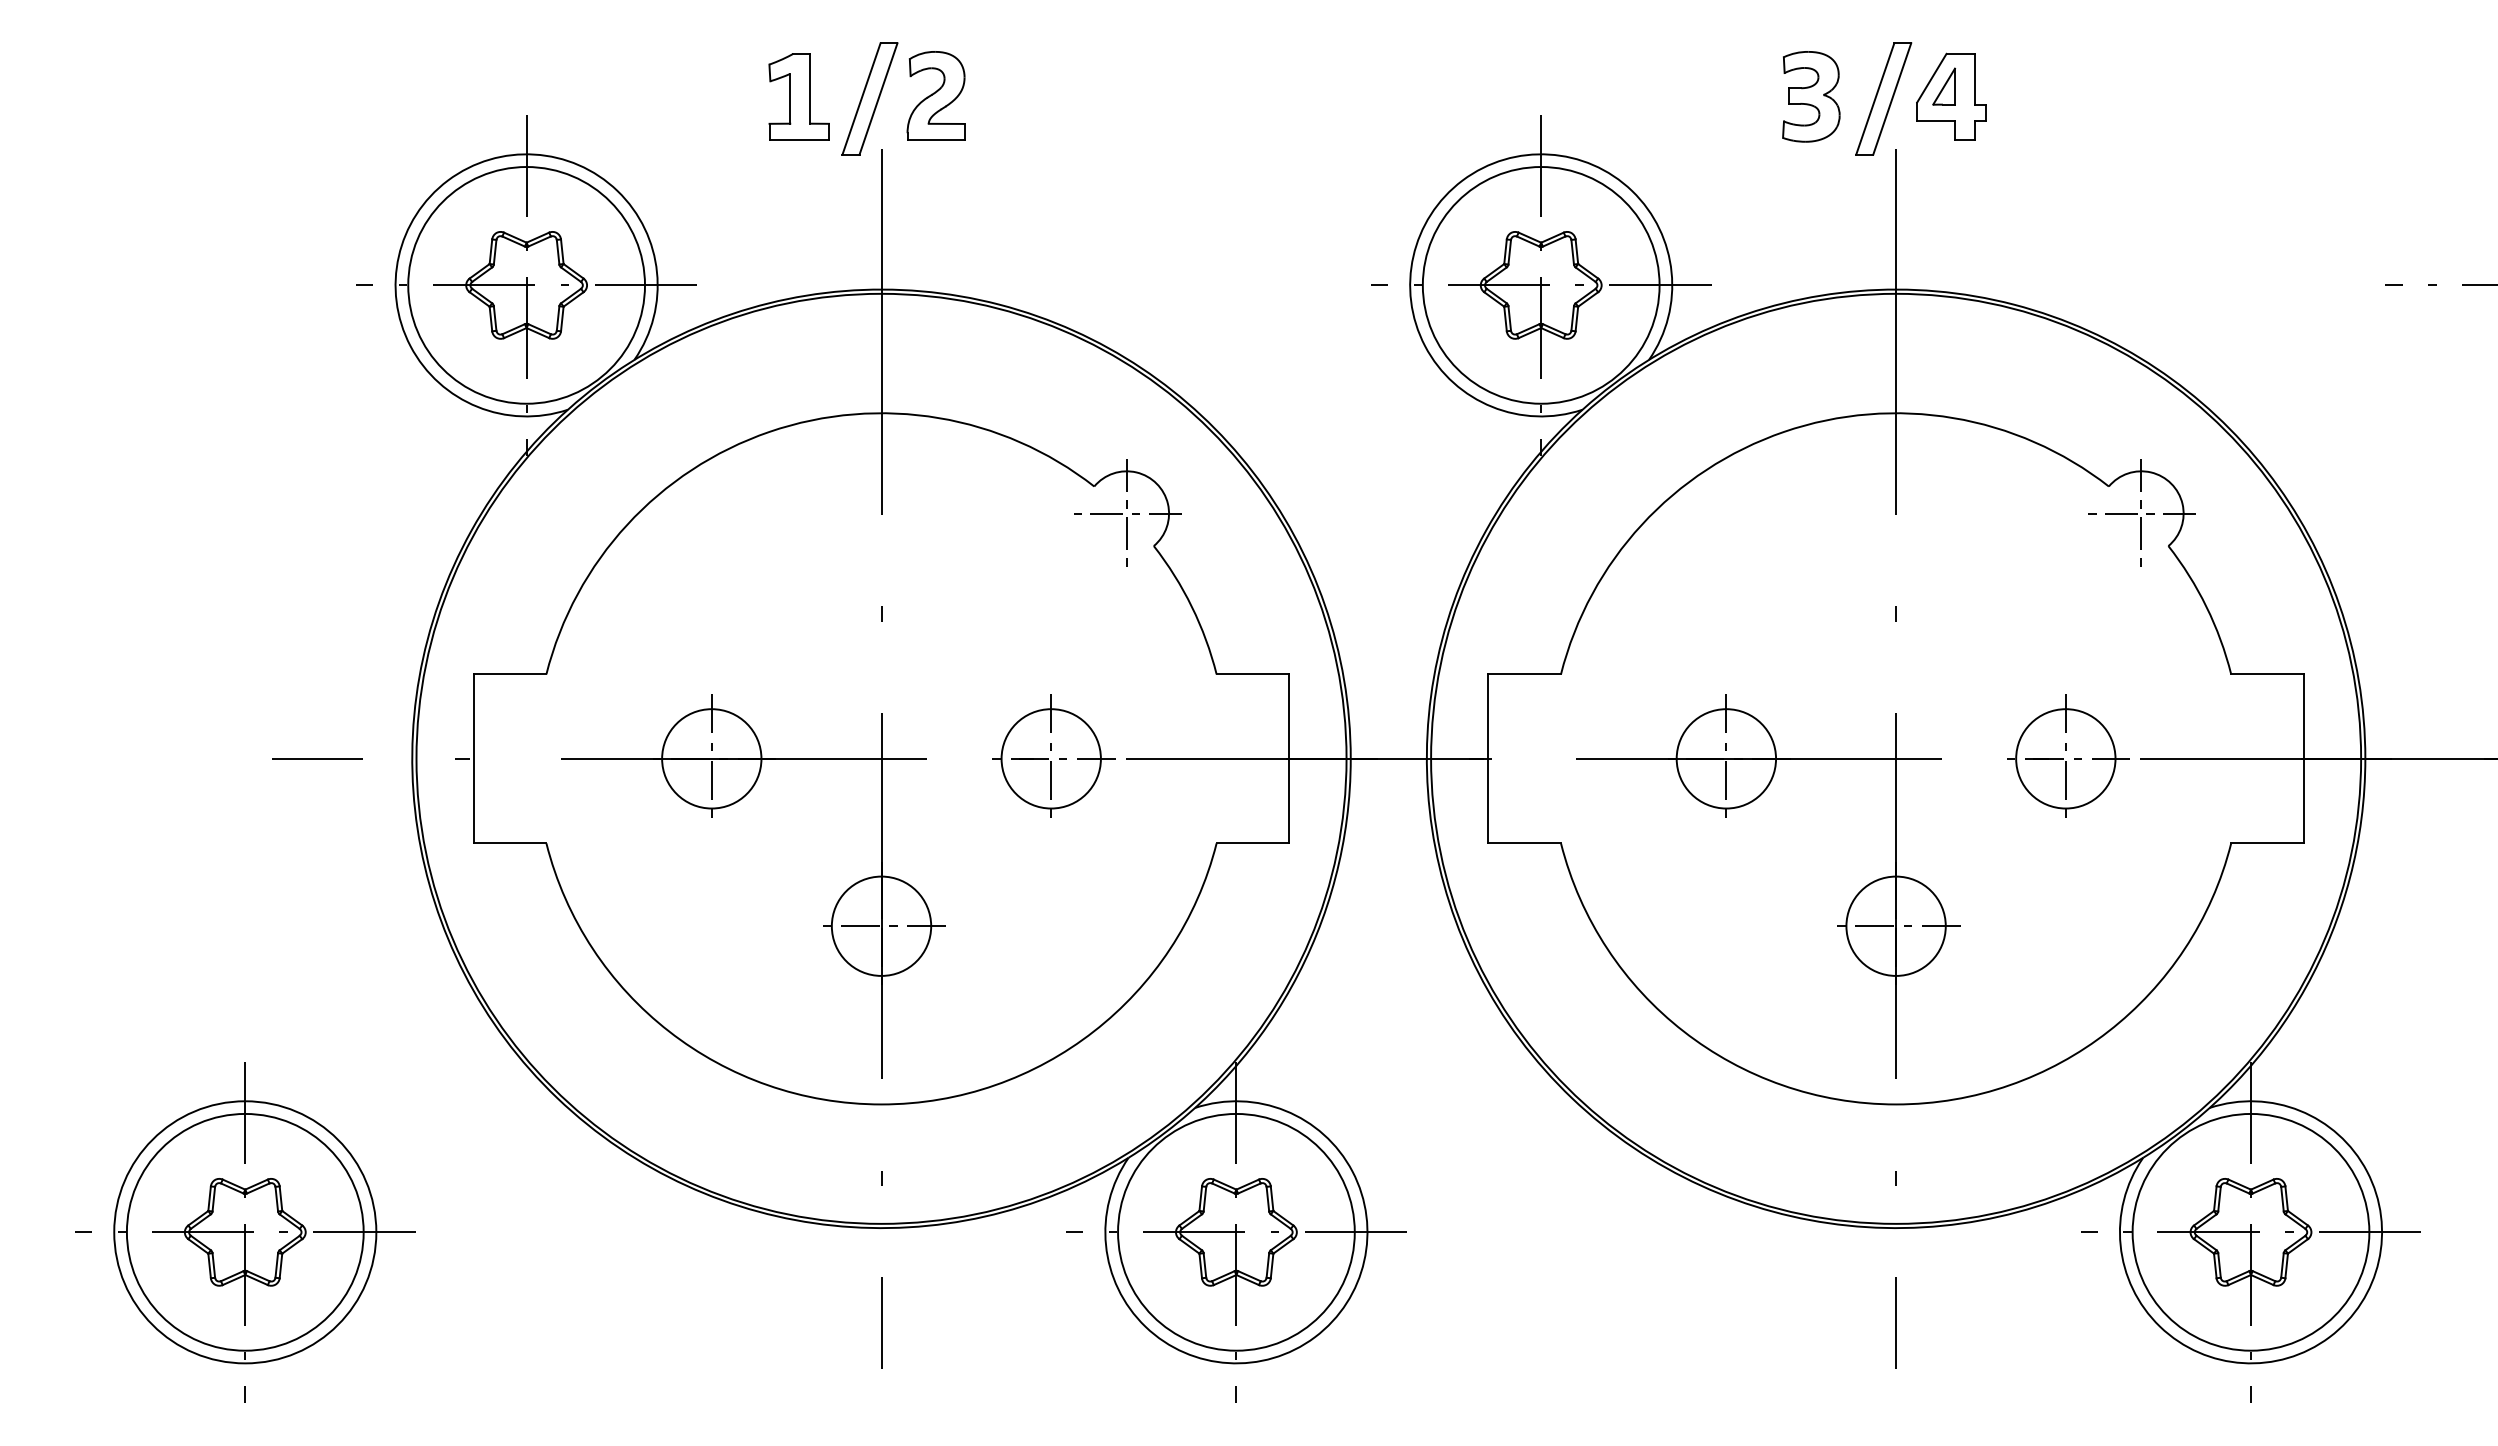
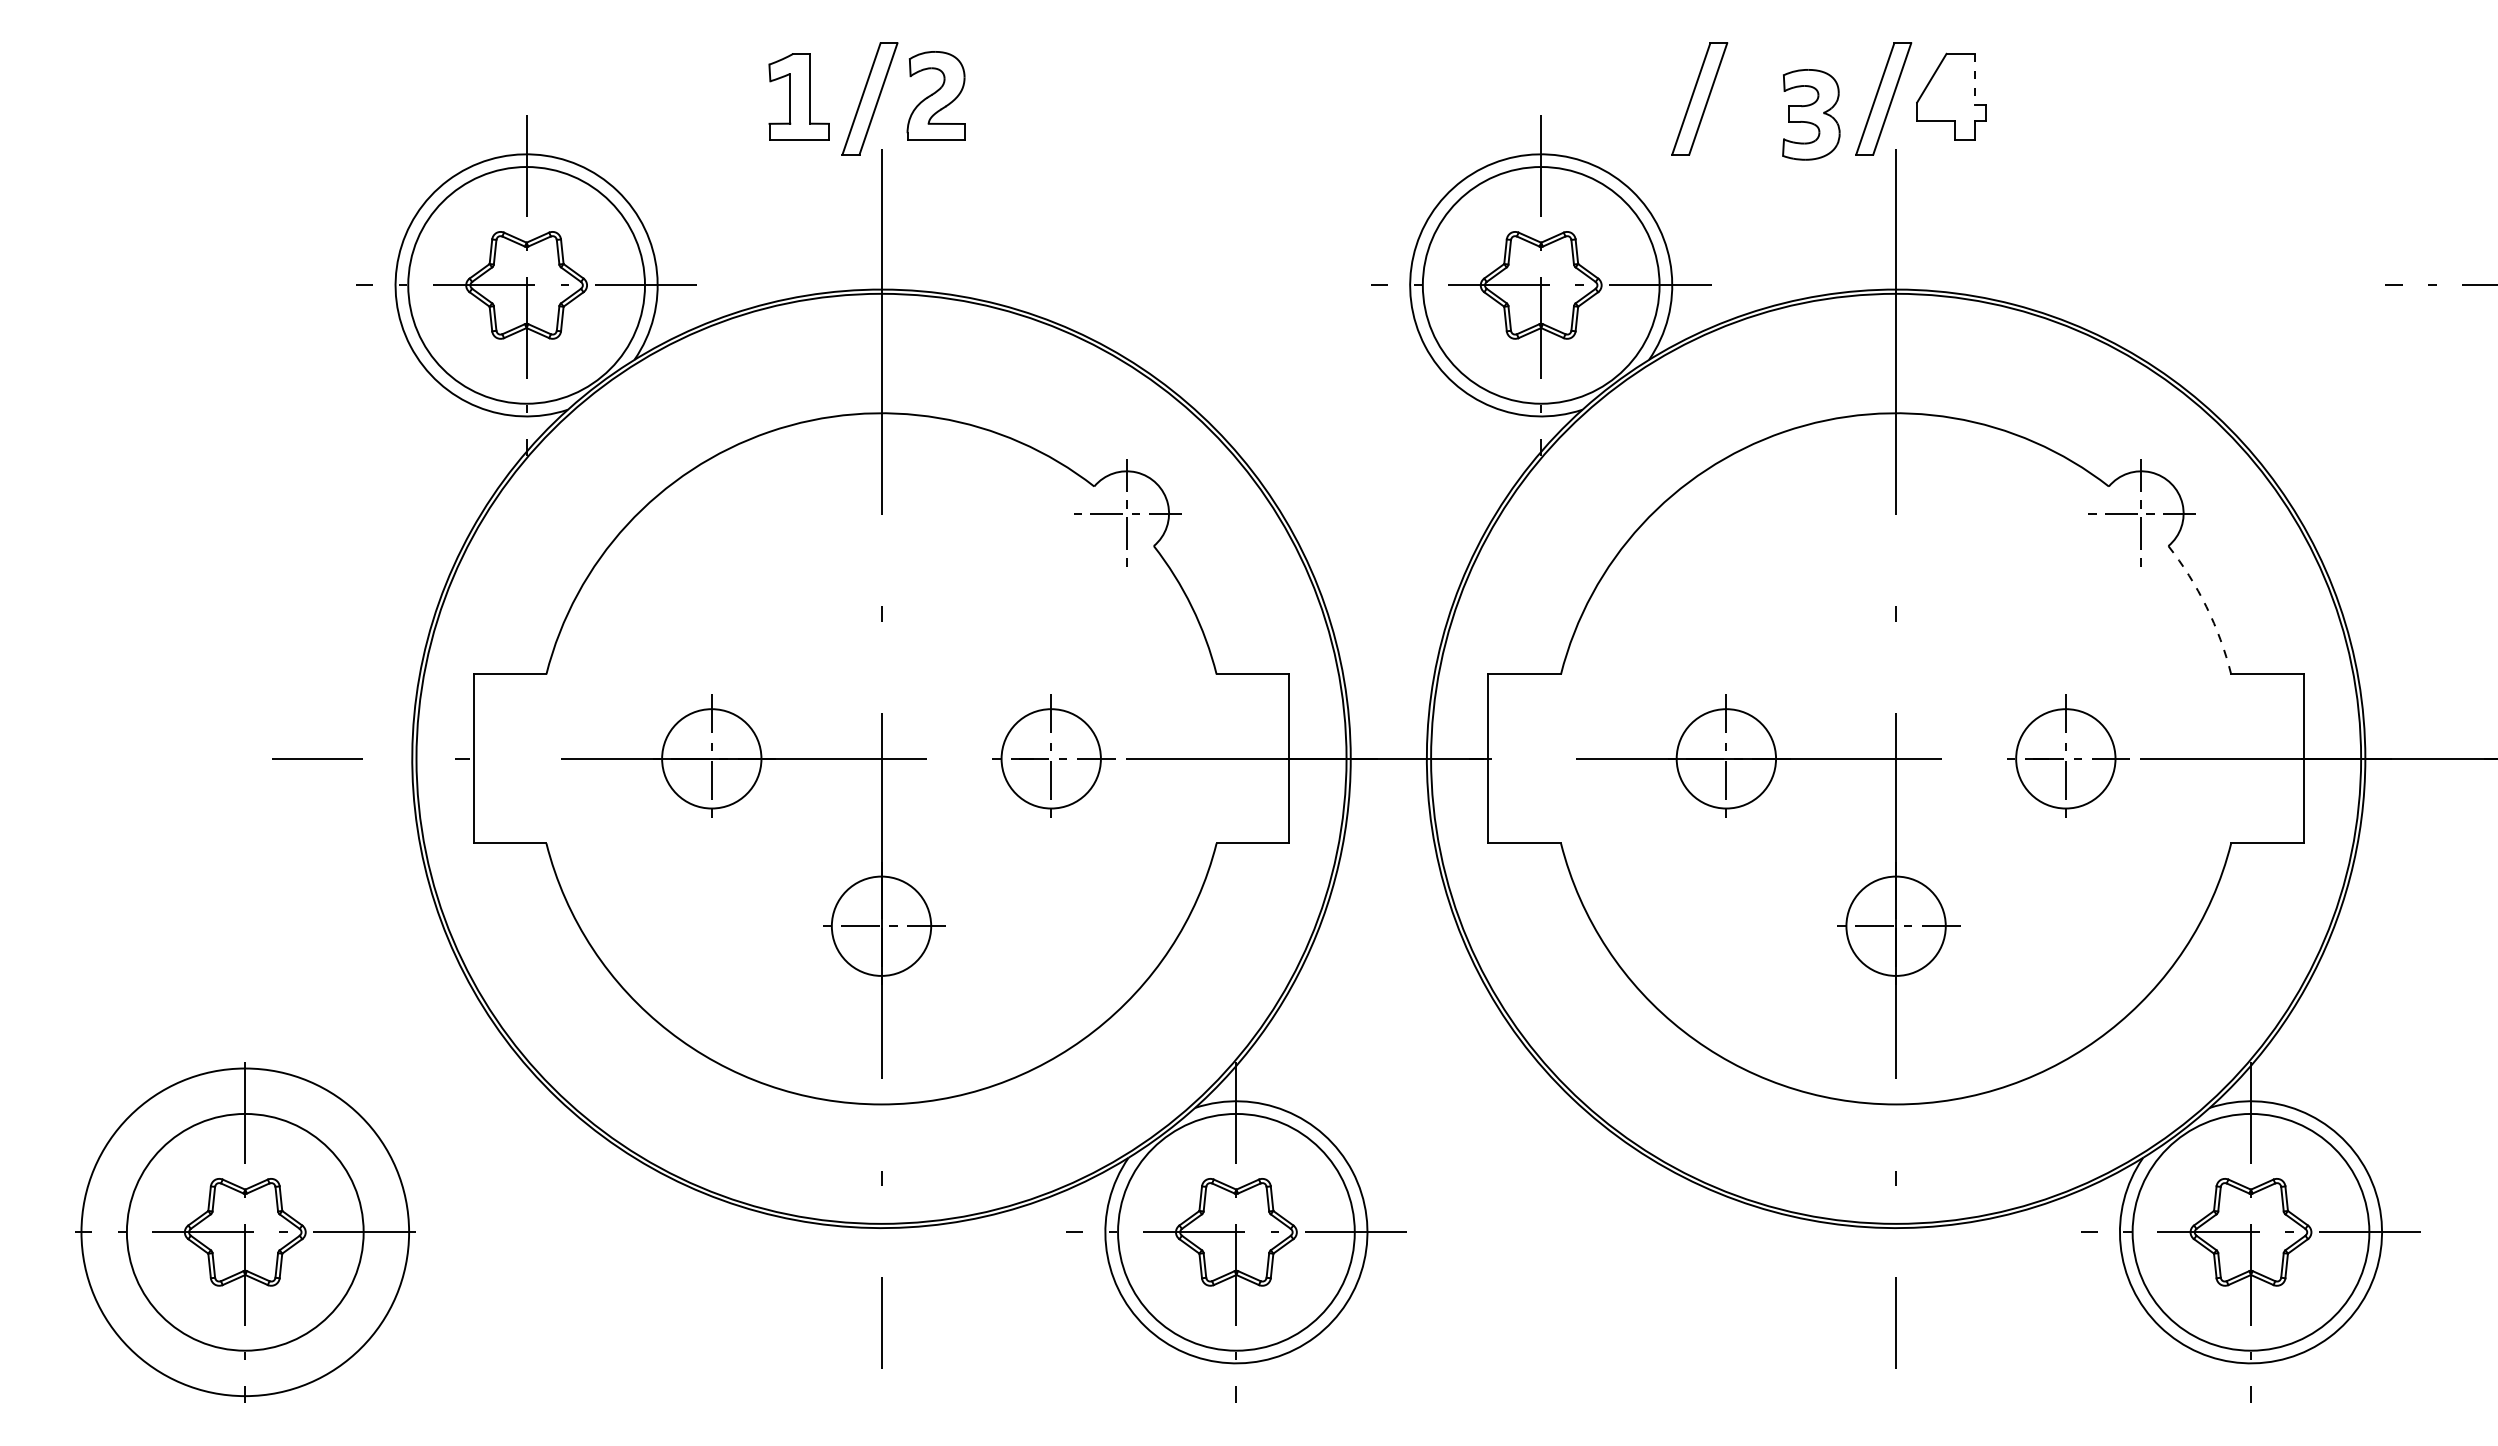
line at (1975, 79): solid -> dashed
part at (1943, 86): present -> none
part at (1811, 96) position: (1811, 96) -> (1811, 114)
part at (1699, 98): none -> present
arc at (2206, 606): solid -> dashed
circle at (245, 1232) diameter: 262 px -> 328 px
